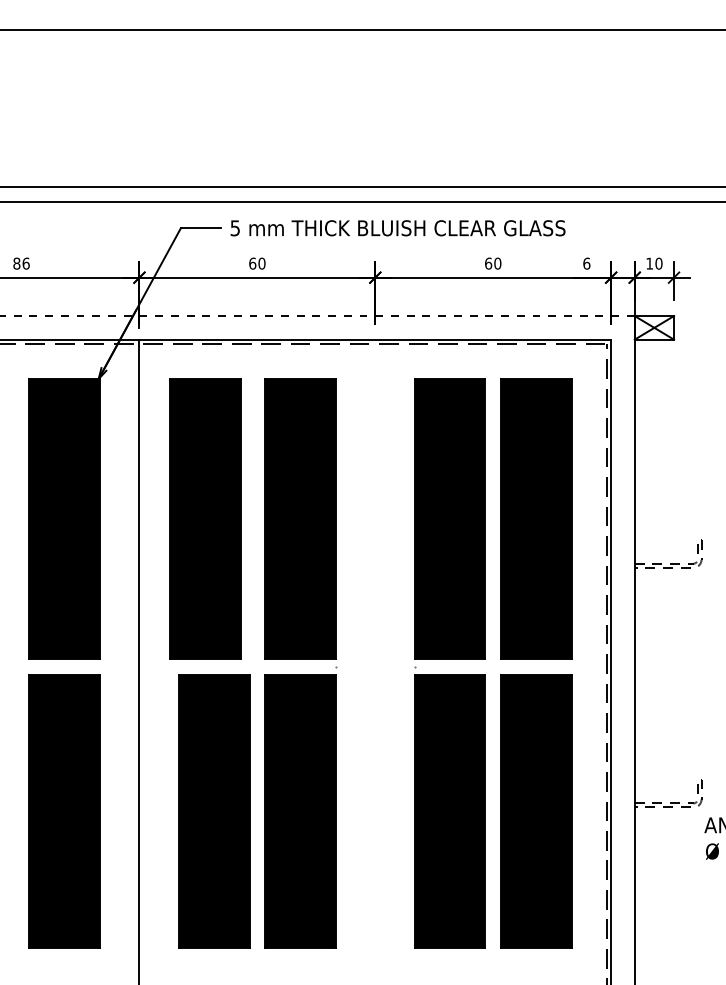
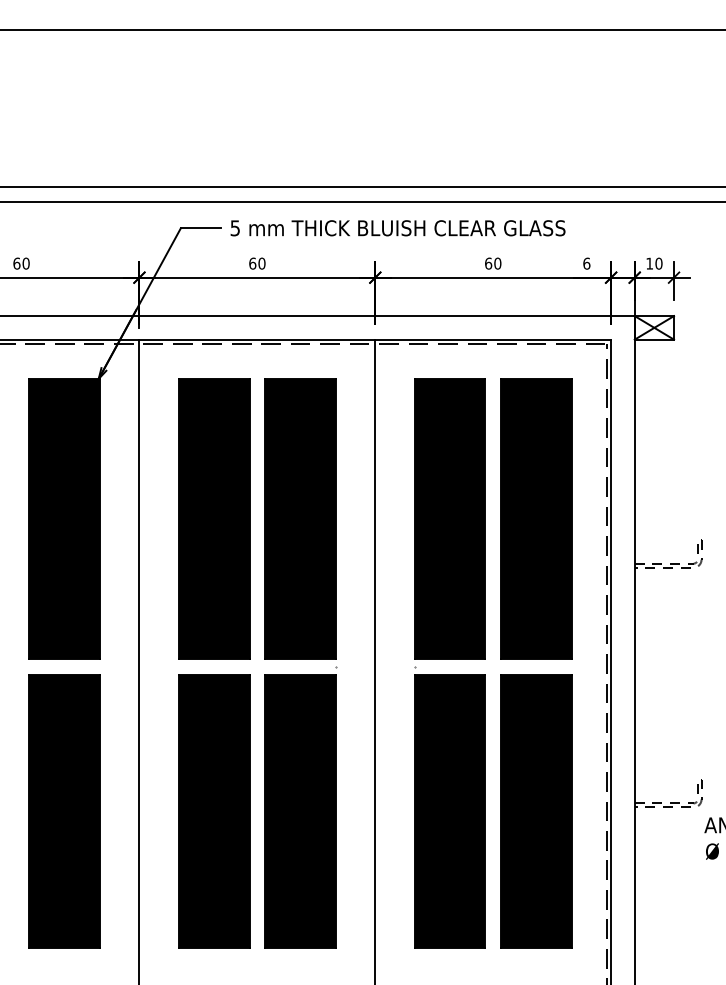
text at (21, 263): 86 -> 60
line at (316, 316): dashed -> solid
part at (205, 518) position: (205, 518) -> (214, 518)
line at (375, 660): none -> present
